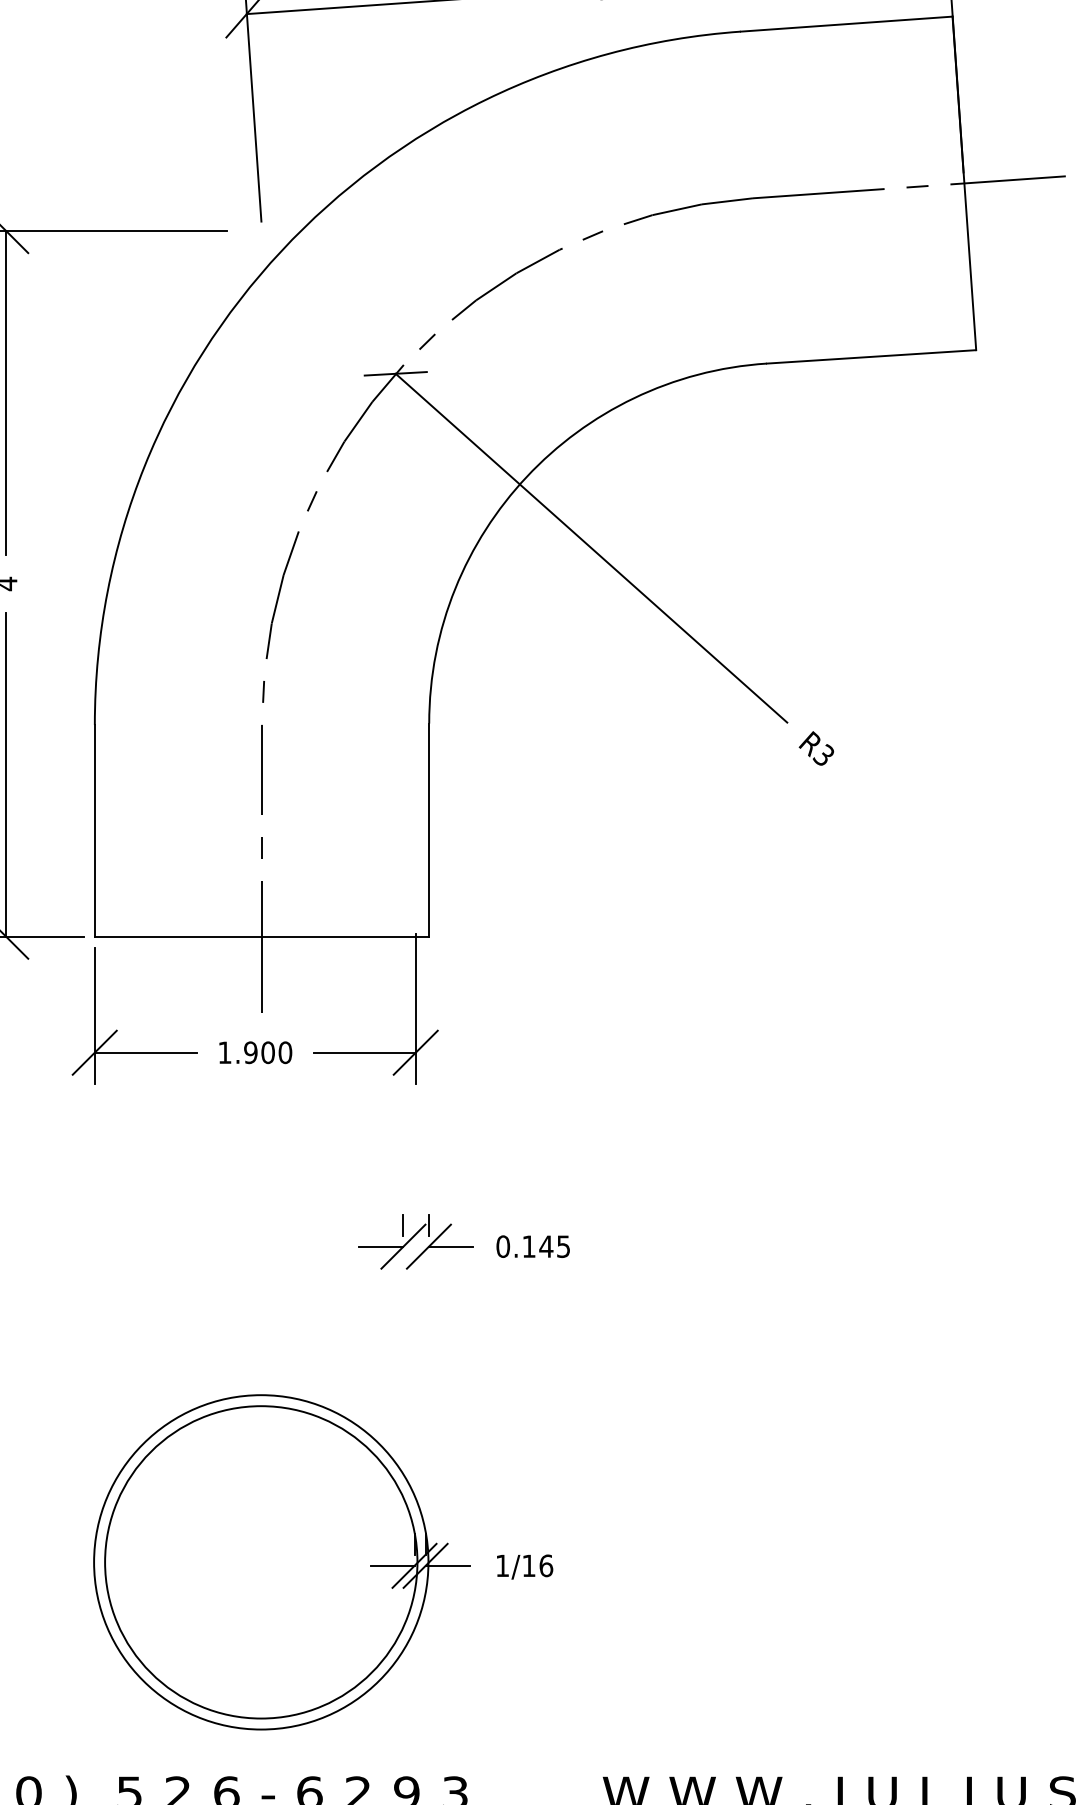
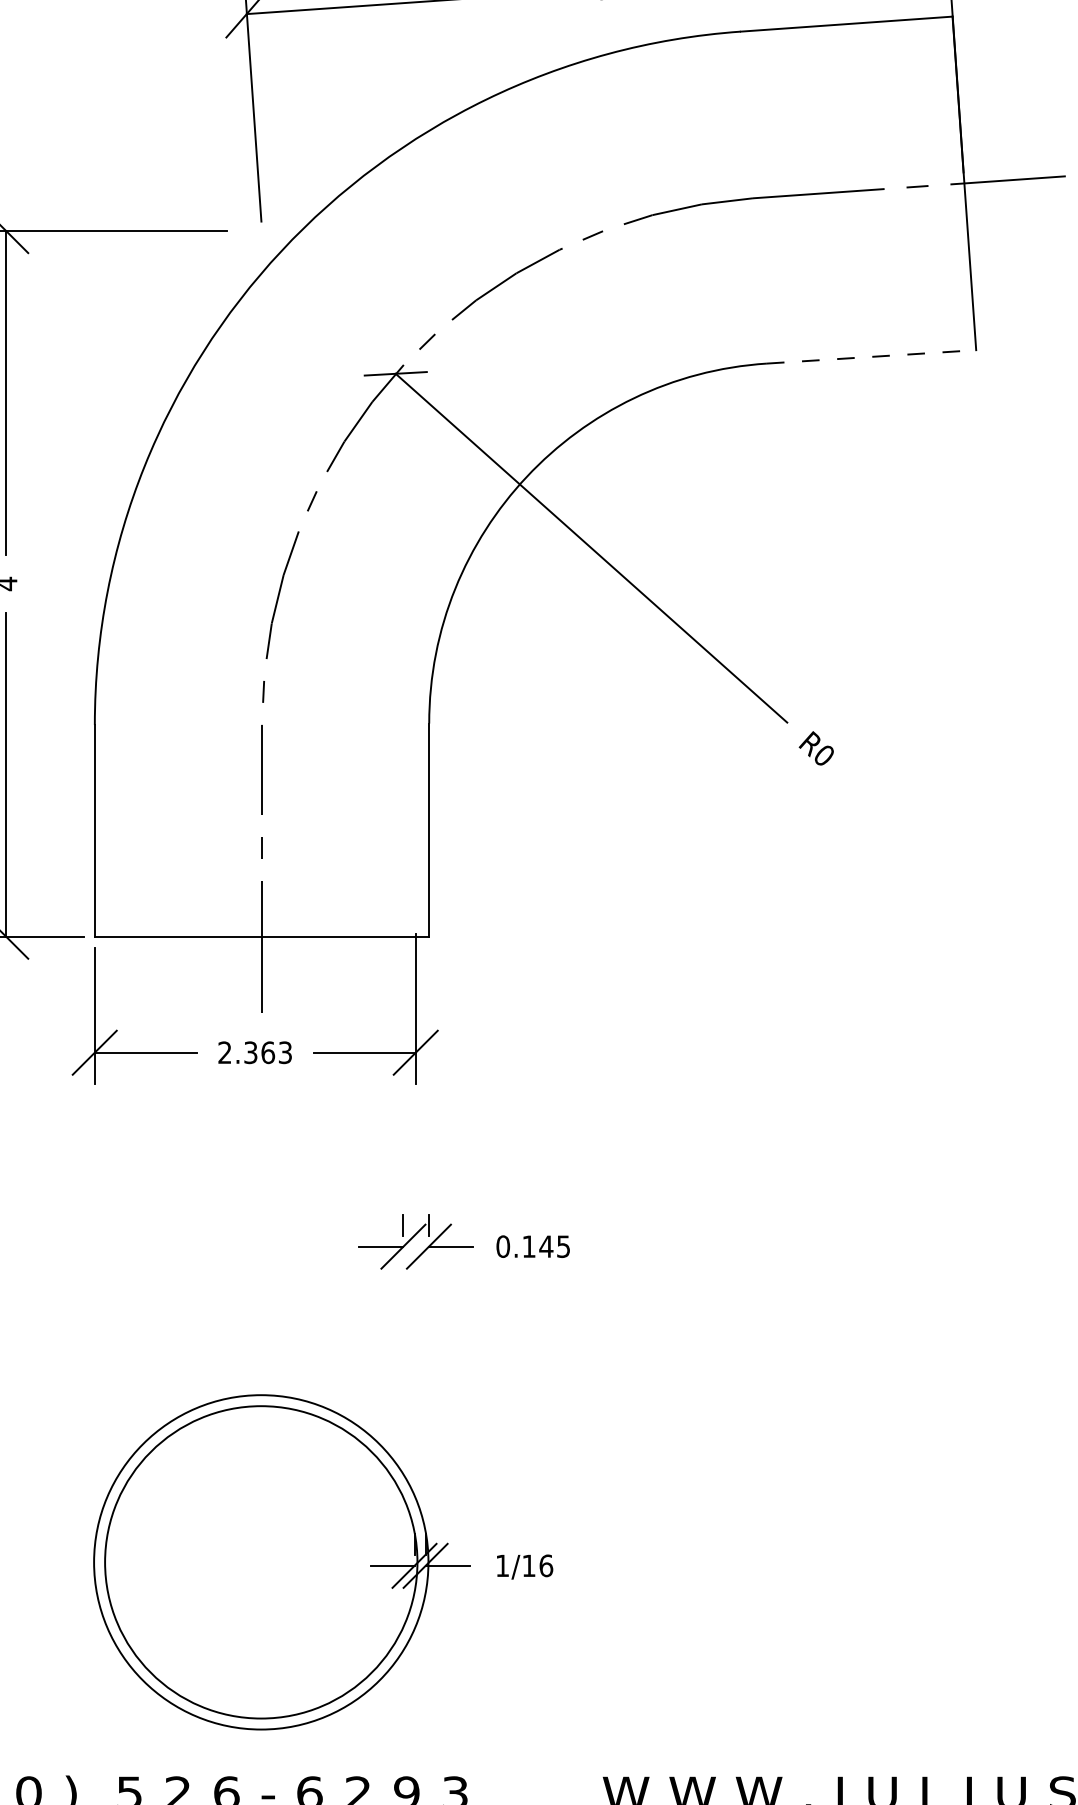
line at (871, 356): solid -> dashed
text at (823, 754): R3 -> R0
text at (255, 1052): 1.900 -> 2.363
